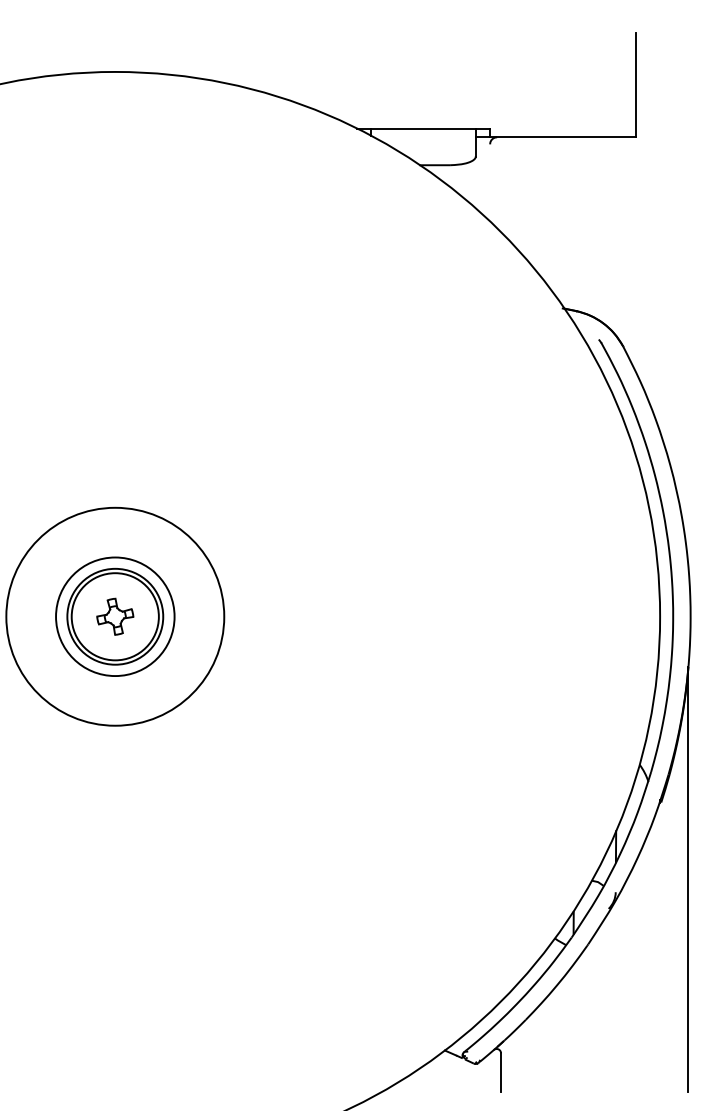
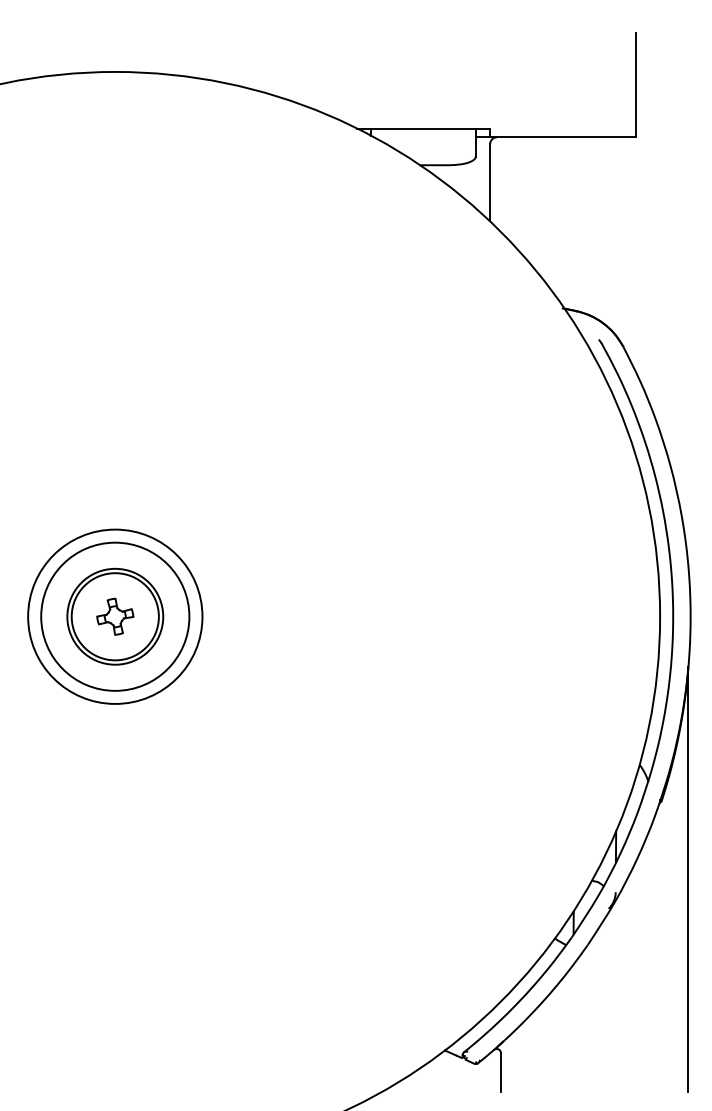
line at (490, 182): none -> present
circle at (115, 616) diameter: 119 px -> 148 px
circle at (115, 616) diameter: 218 px -> 174 px
